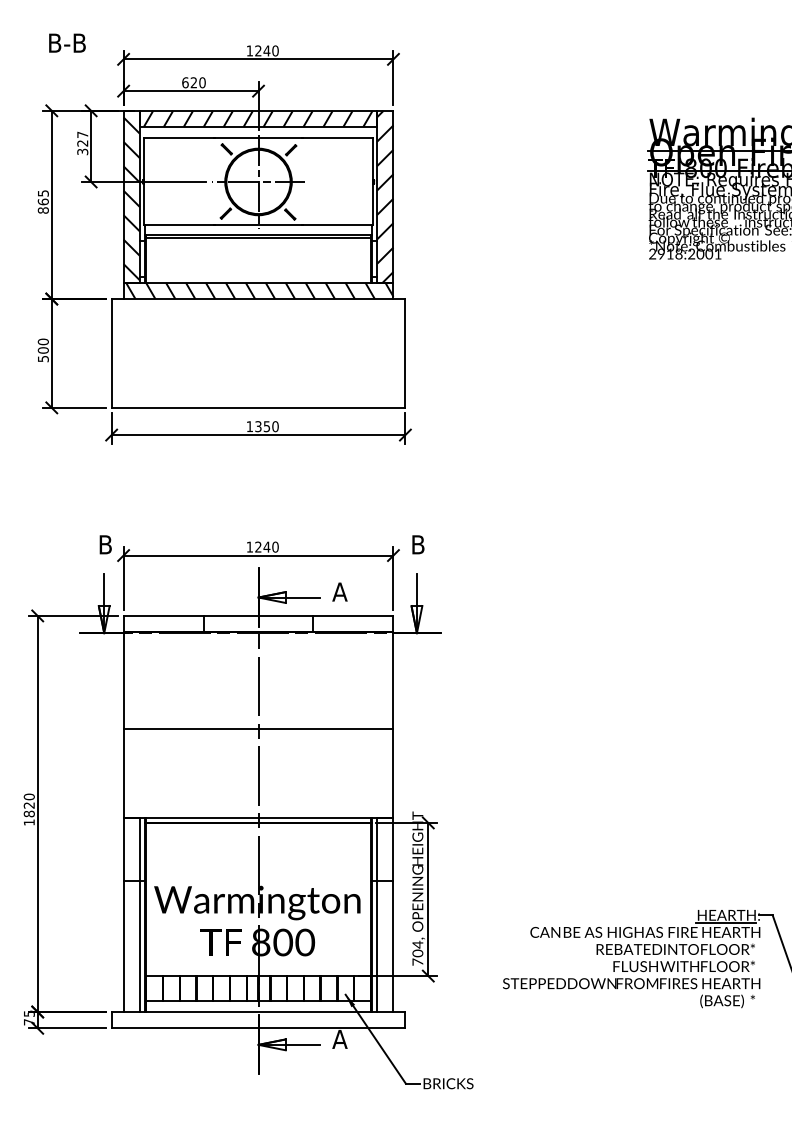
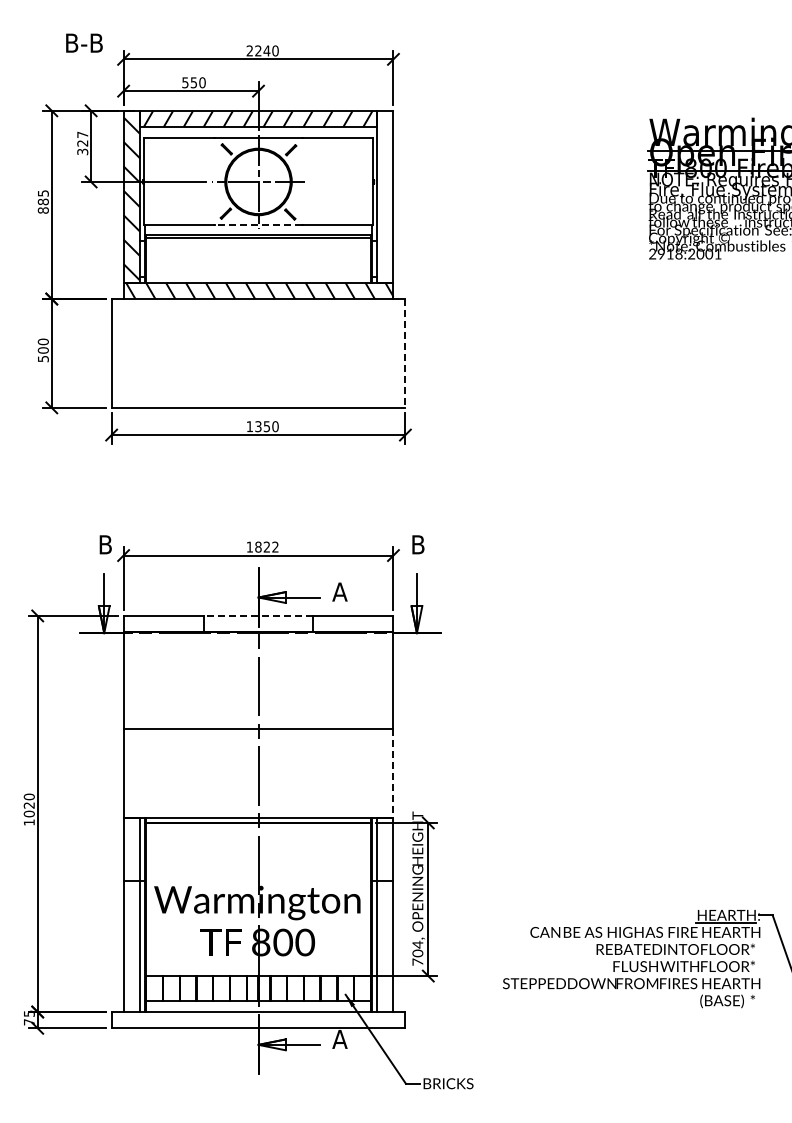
text at (67, 42) position: (67, 42) -> (84, 42)
text at (249, 50): 1240 -> 2240
text at (189, 82): 620 -> 550
hatch at (385, 196): present -> none
text at (42, 201): 865 -> 885
line at (258, 225): solid -> dashed
line at (405, 353): solid -> dashed
text at (266, 546): 1240 -> 1822
line at (258, 615): solid -> dashed
line at (393, 773): solid -> dashed
text at (29, 813): 1820 -> 1020
